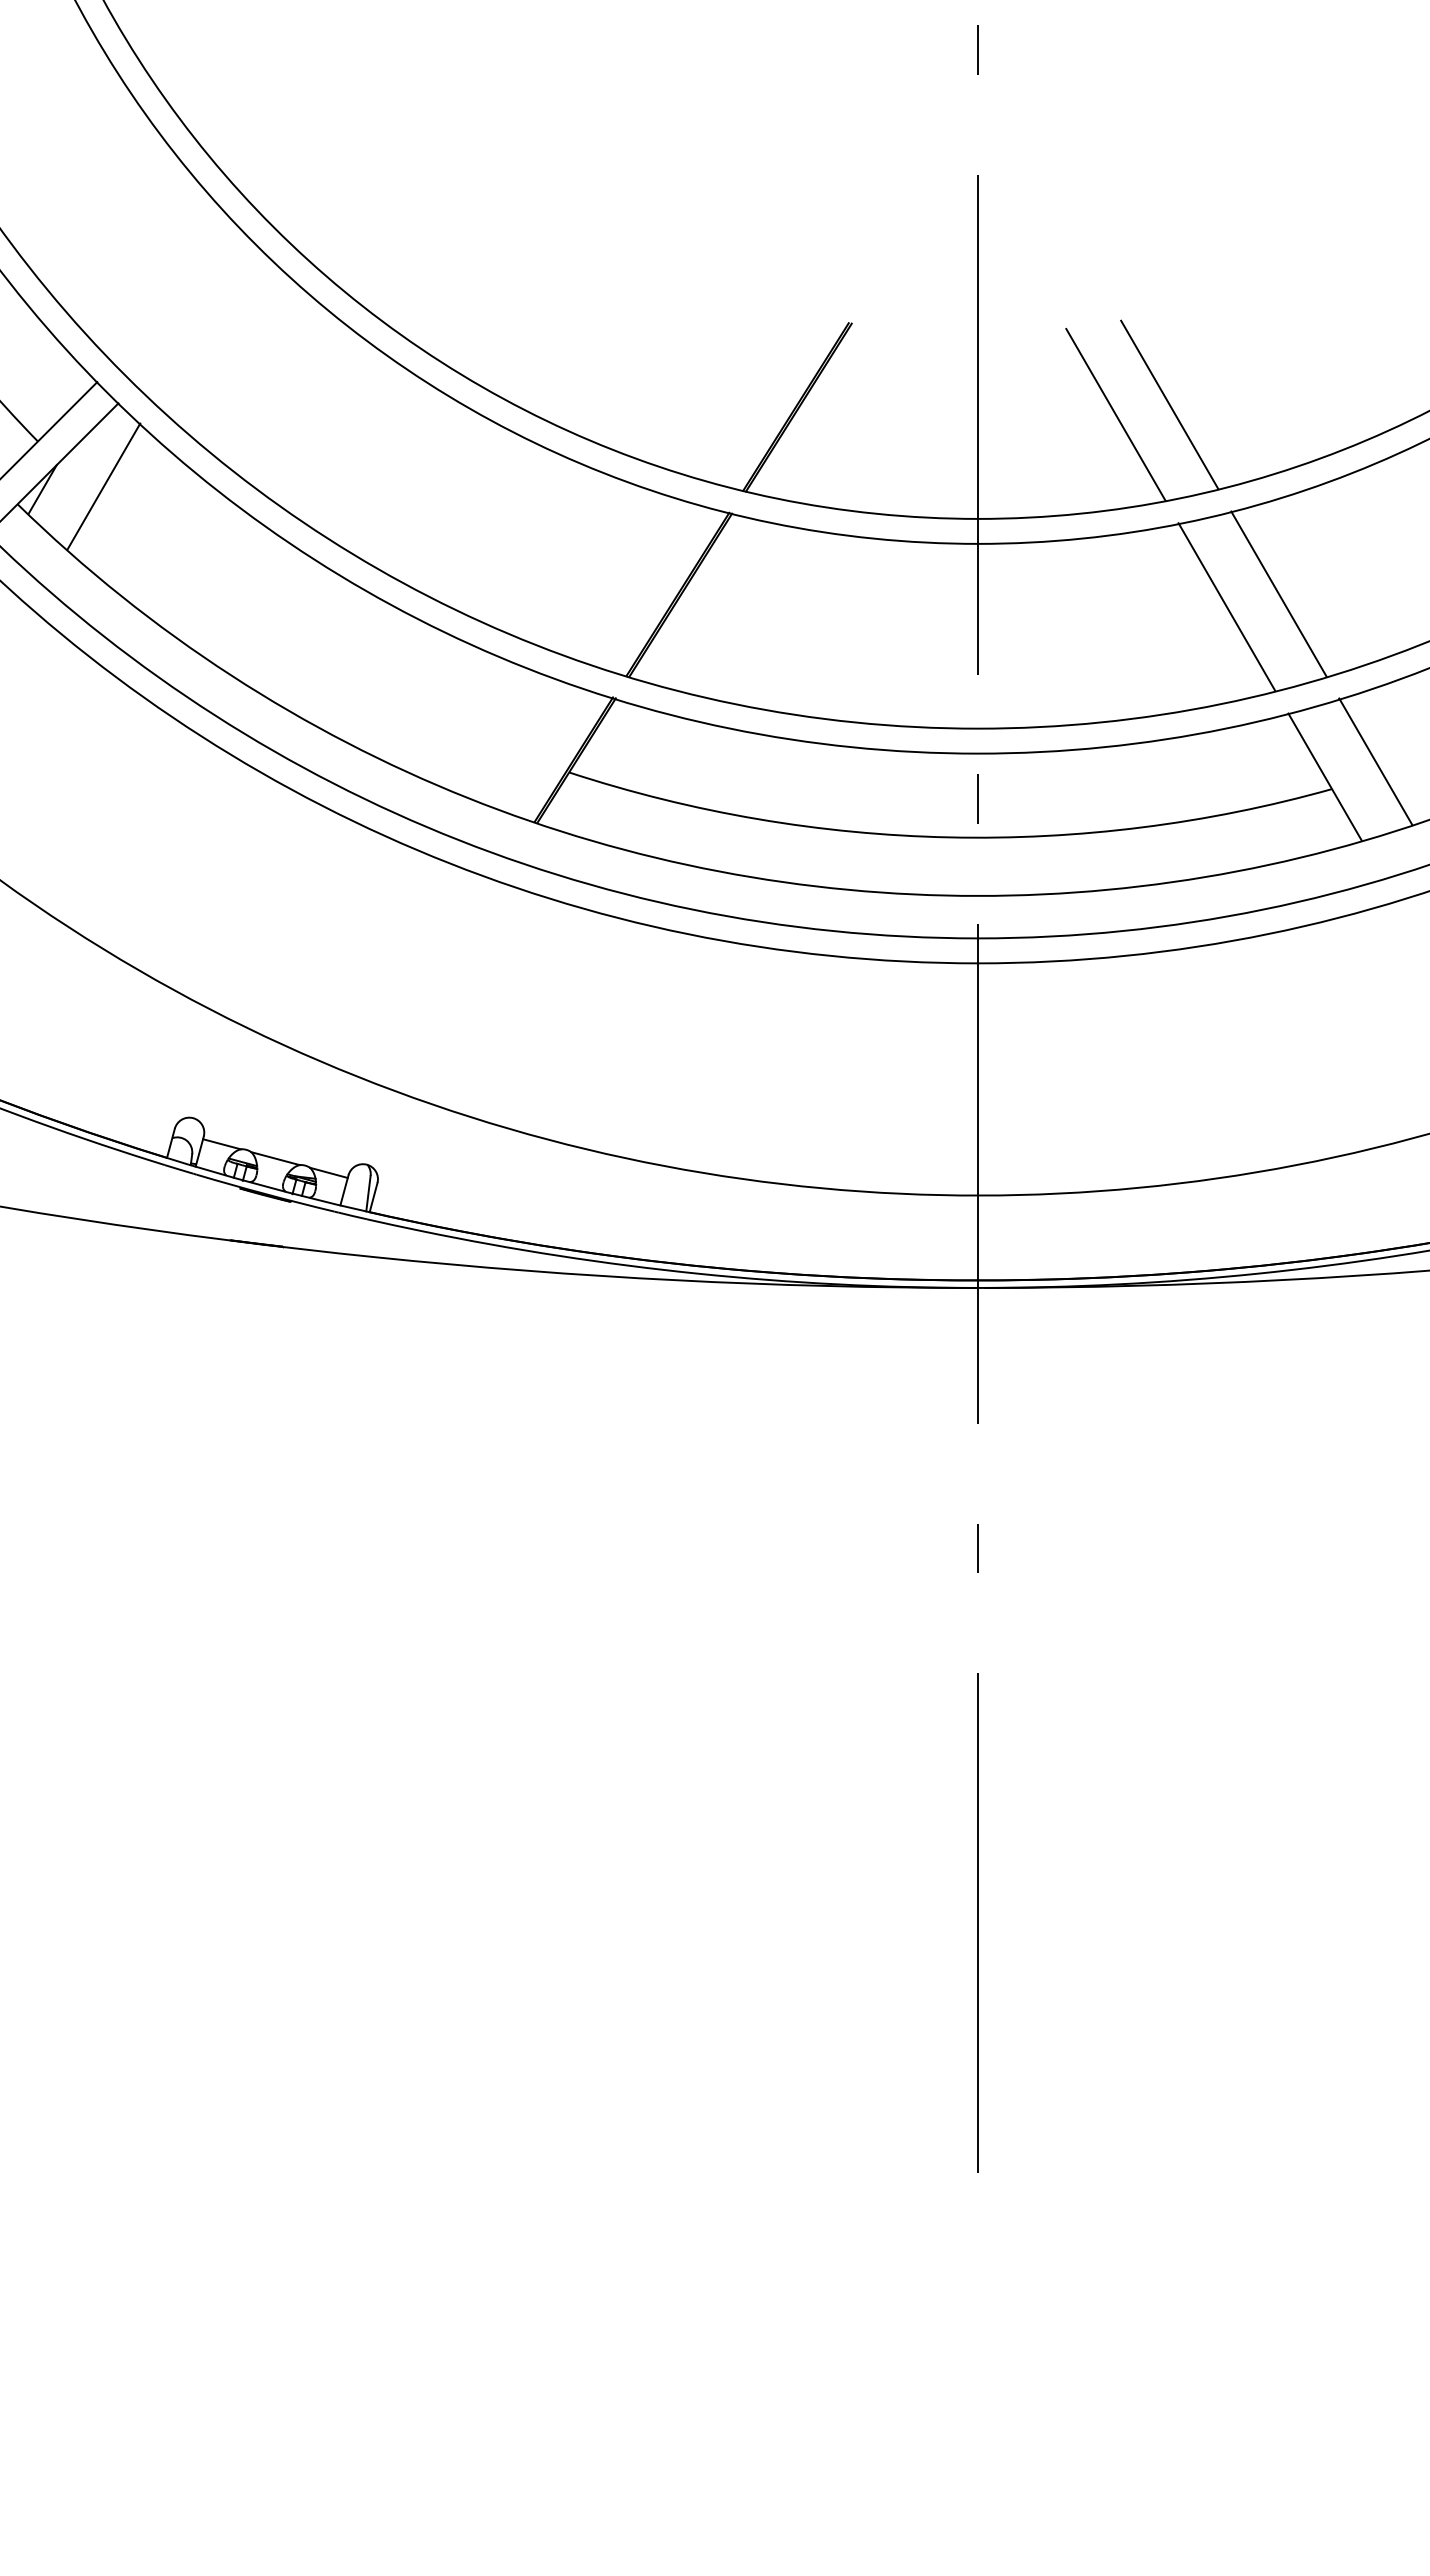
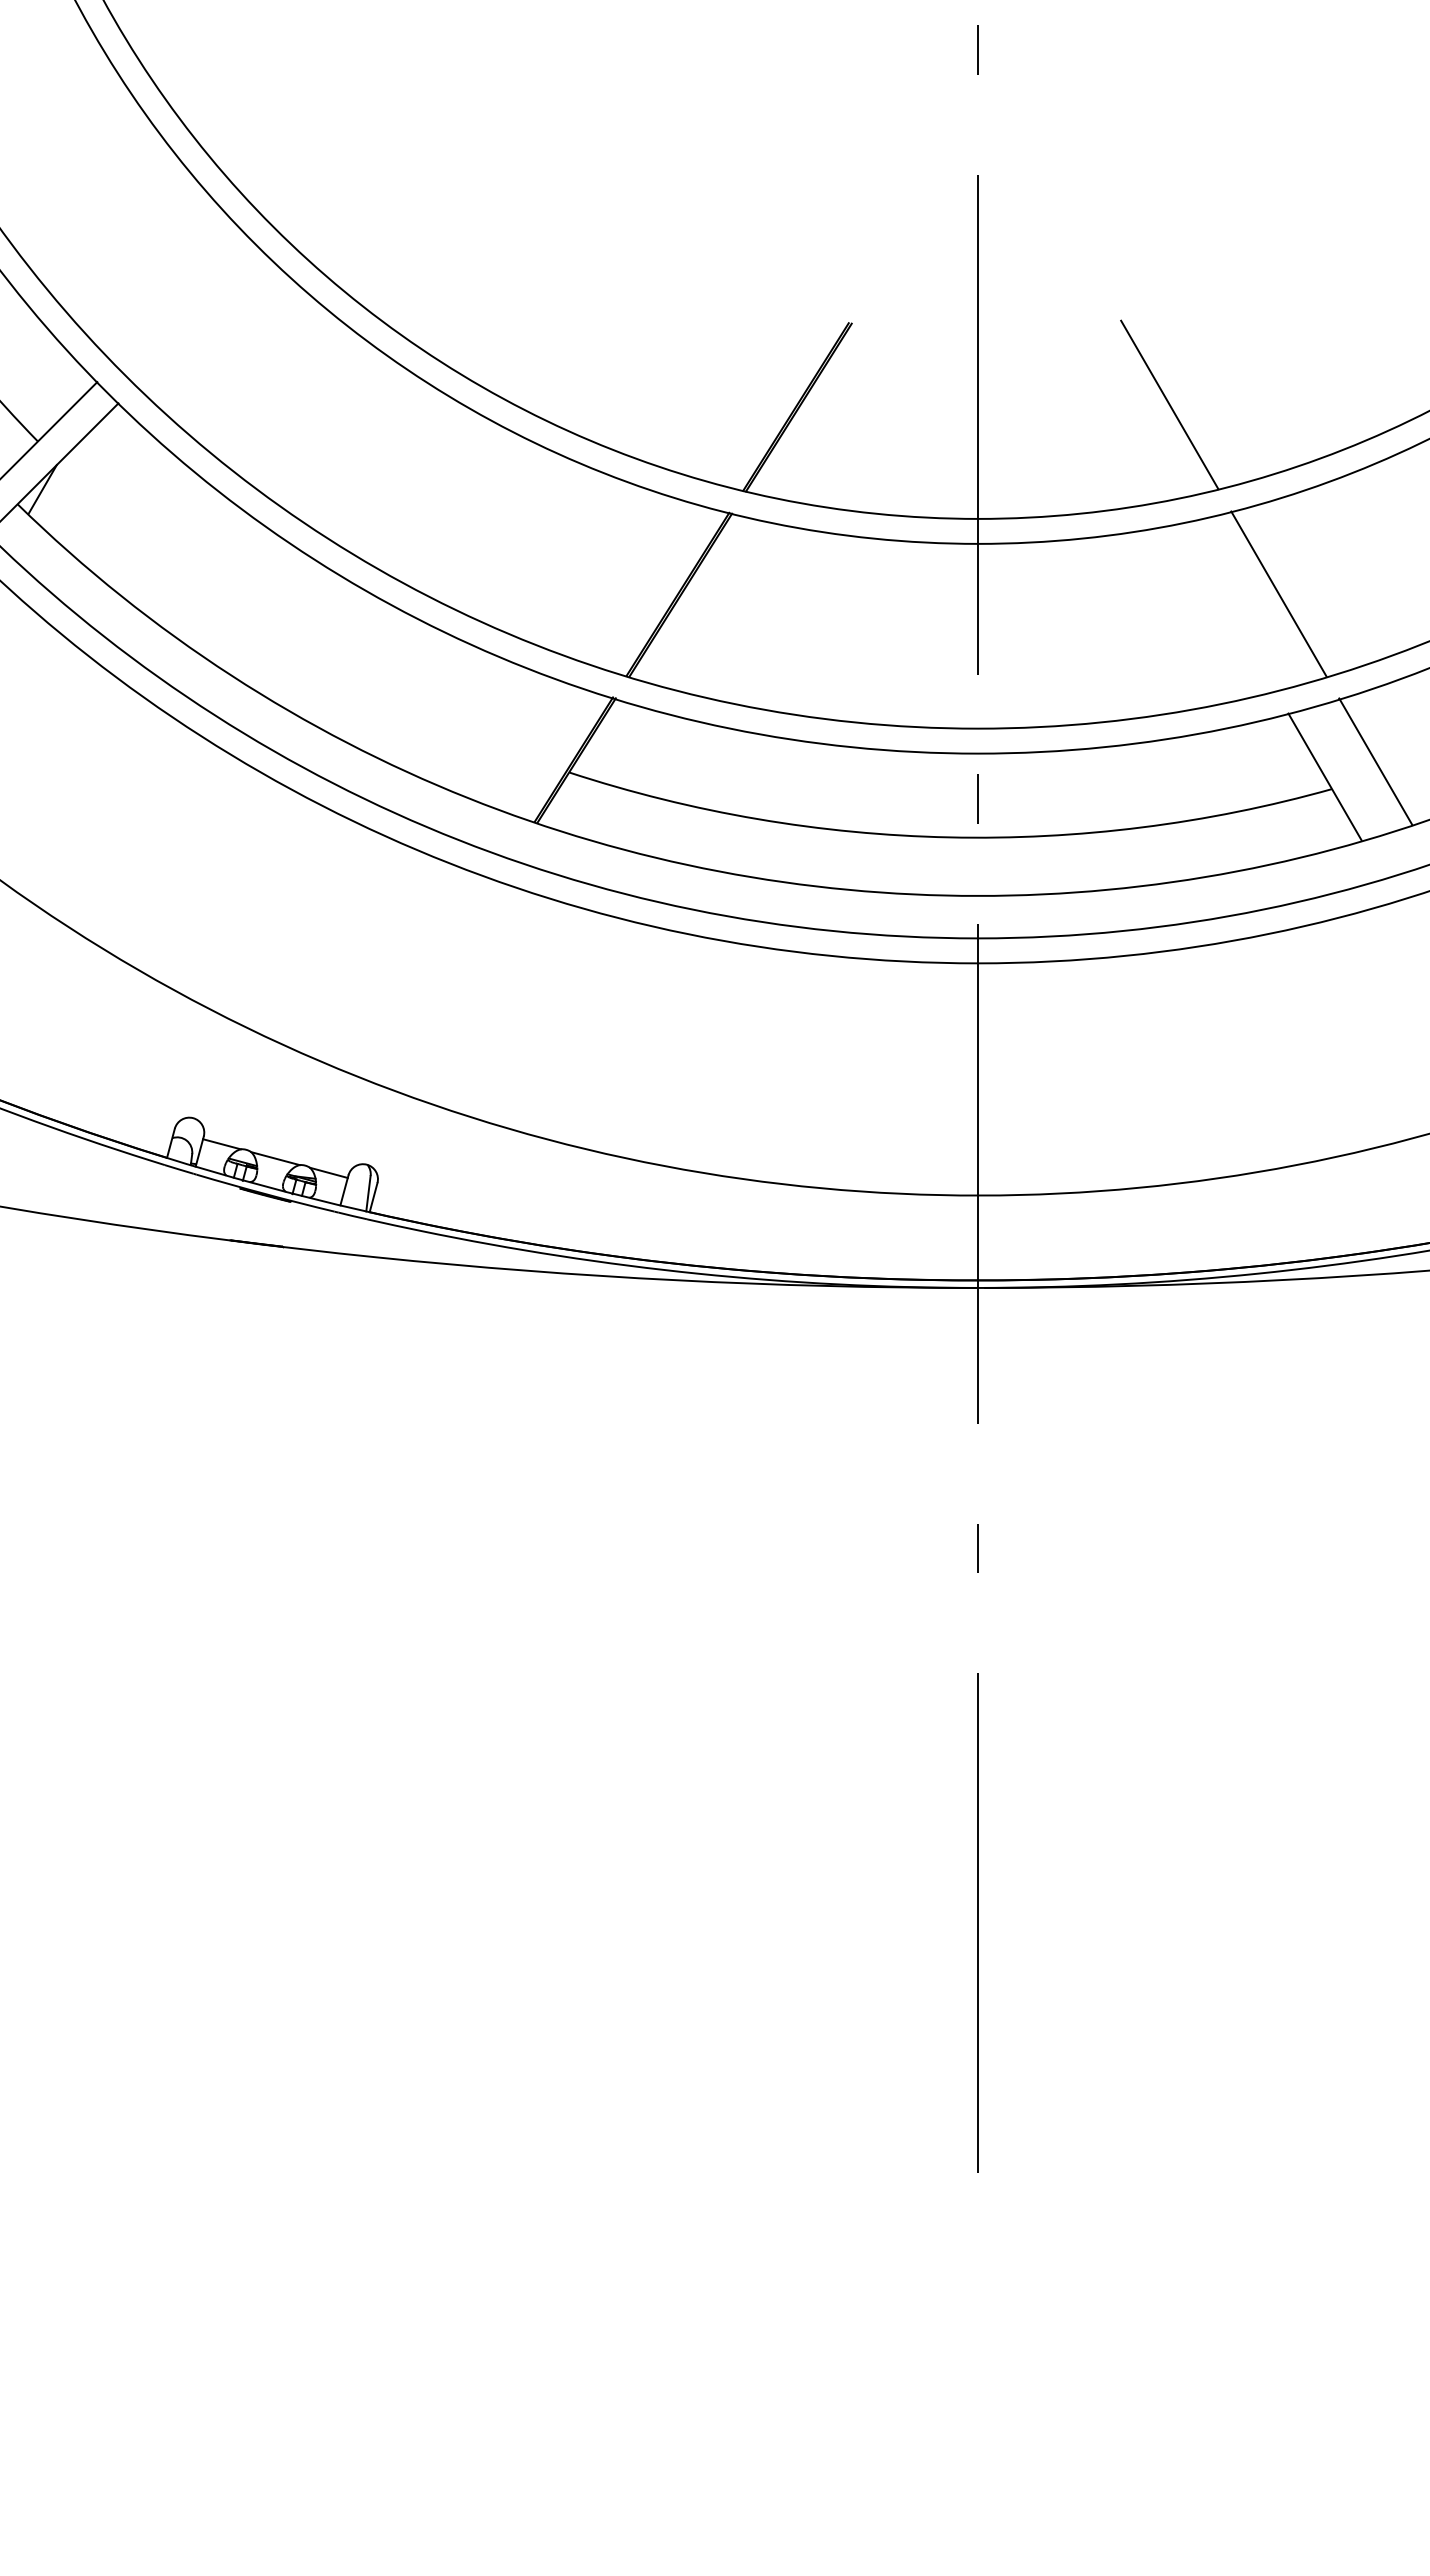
line at (1115, 414): present -> none
line at (103, 486): present -> none
line at (1226, 607): present -> none
